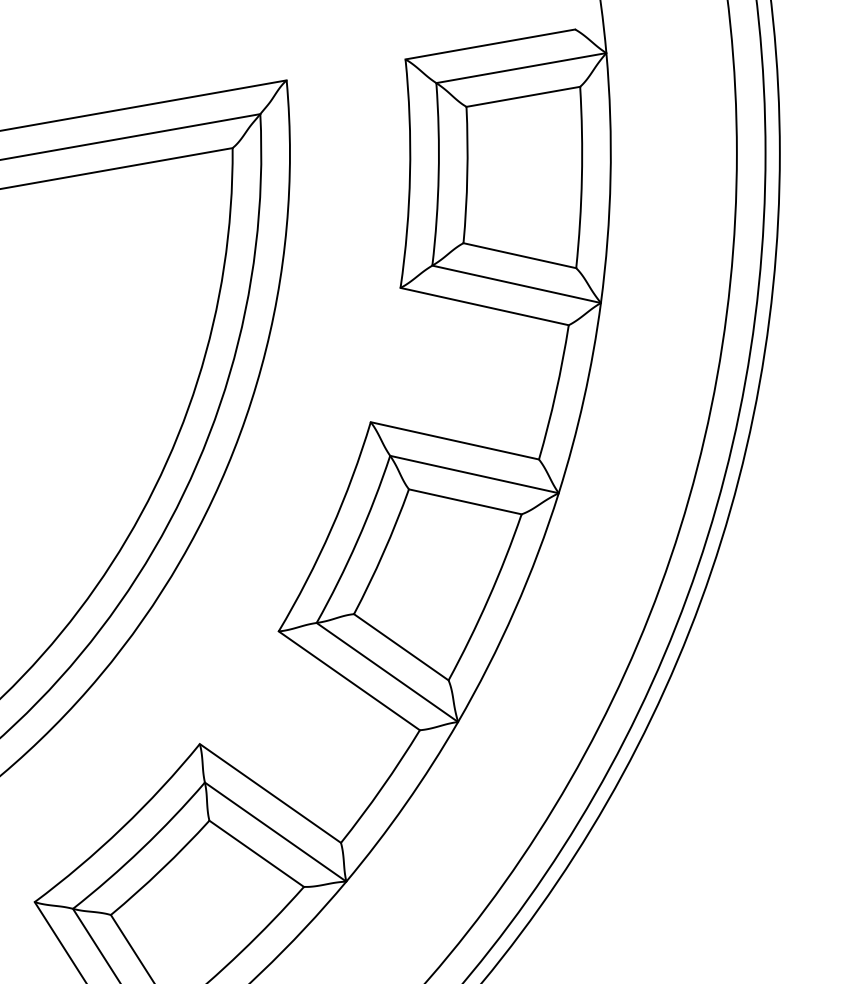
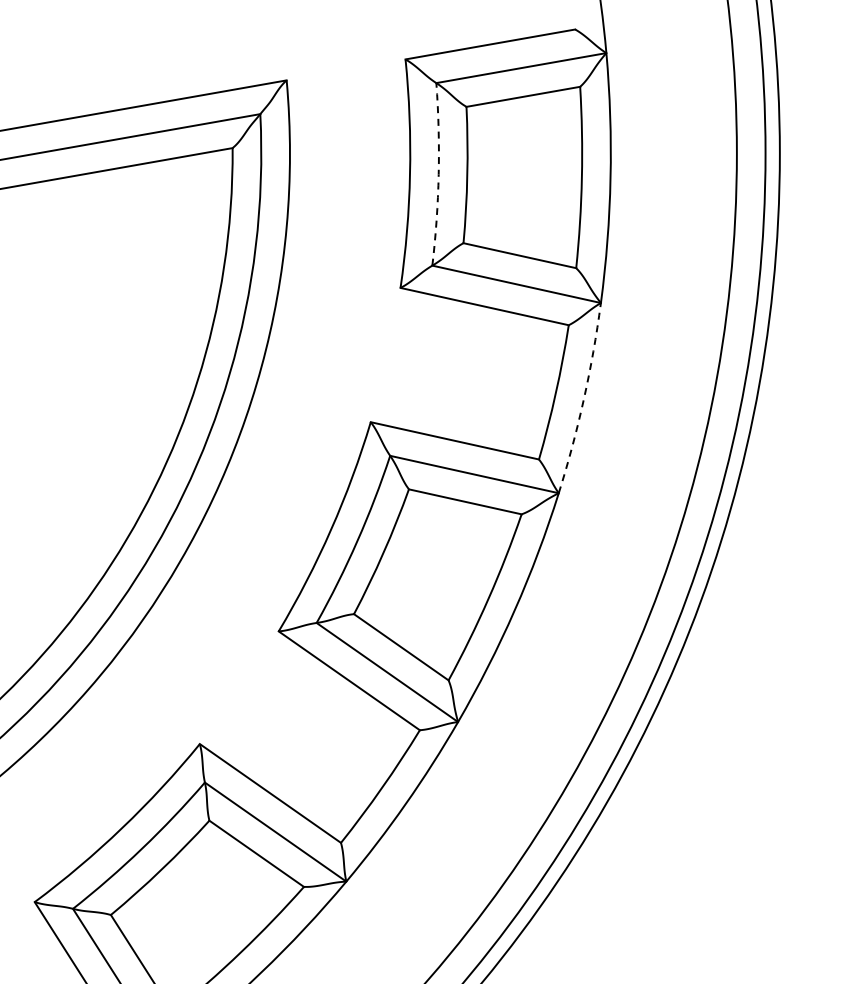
arc at (438, 174): solid -> dashed
arc at (583, 399): solid -> dashed
